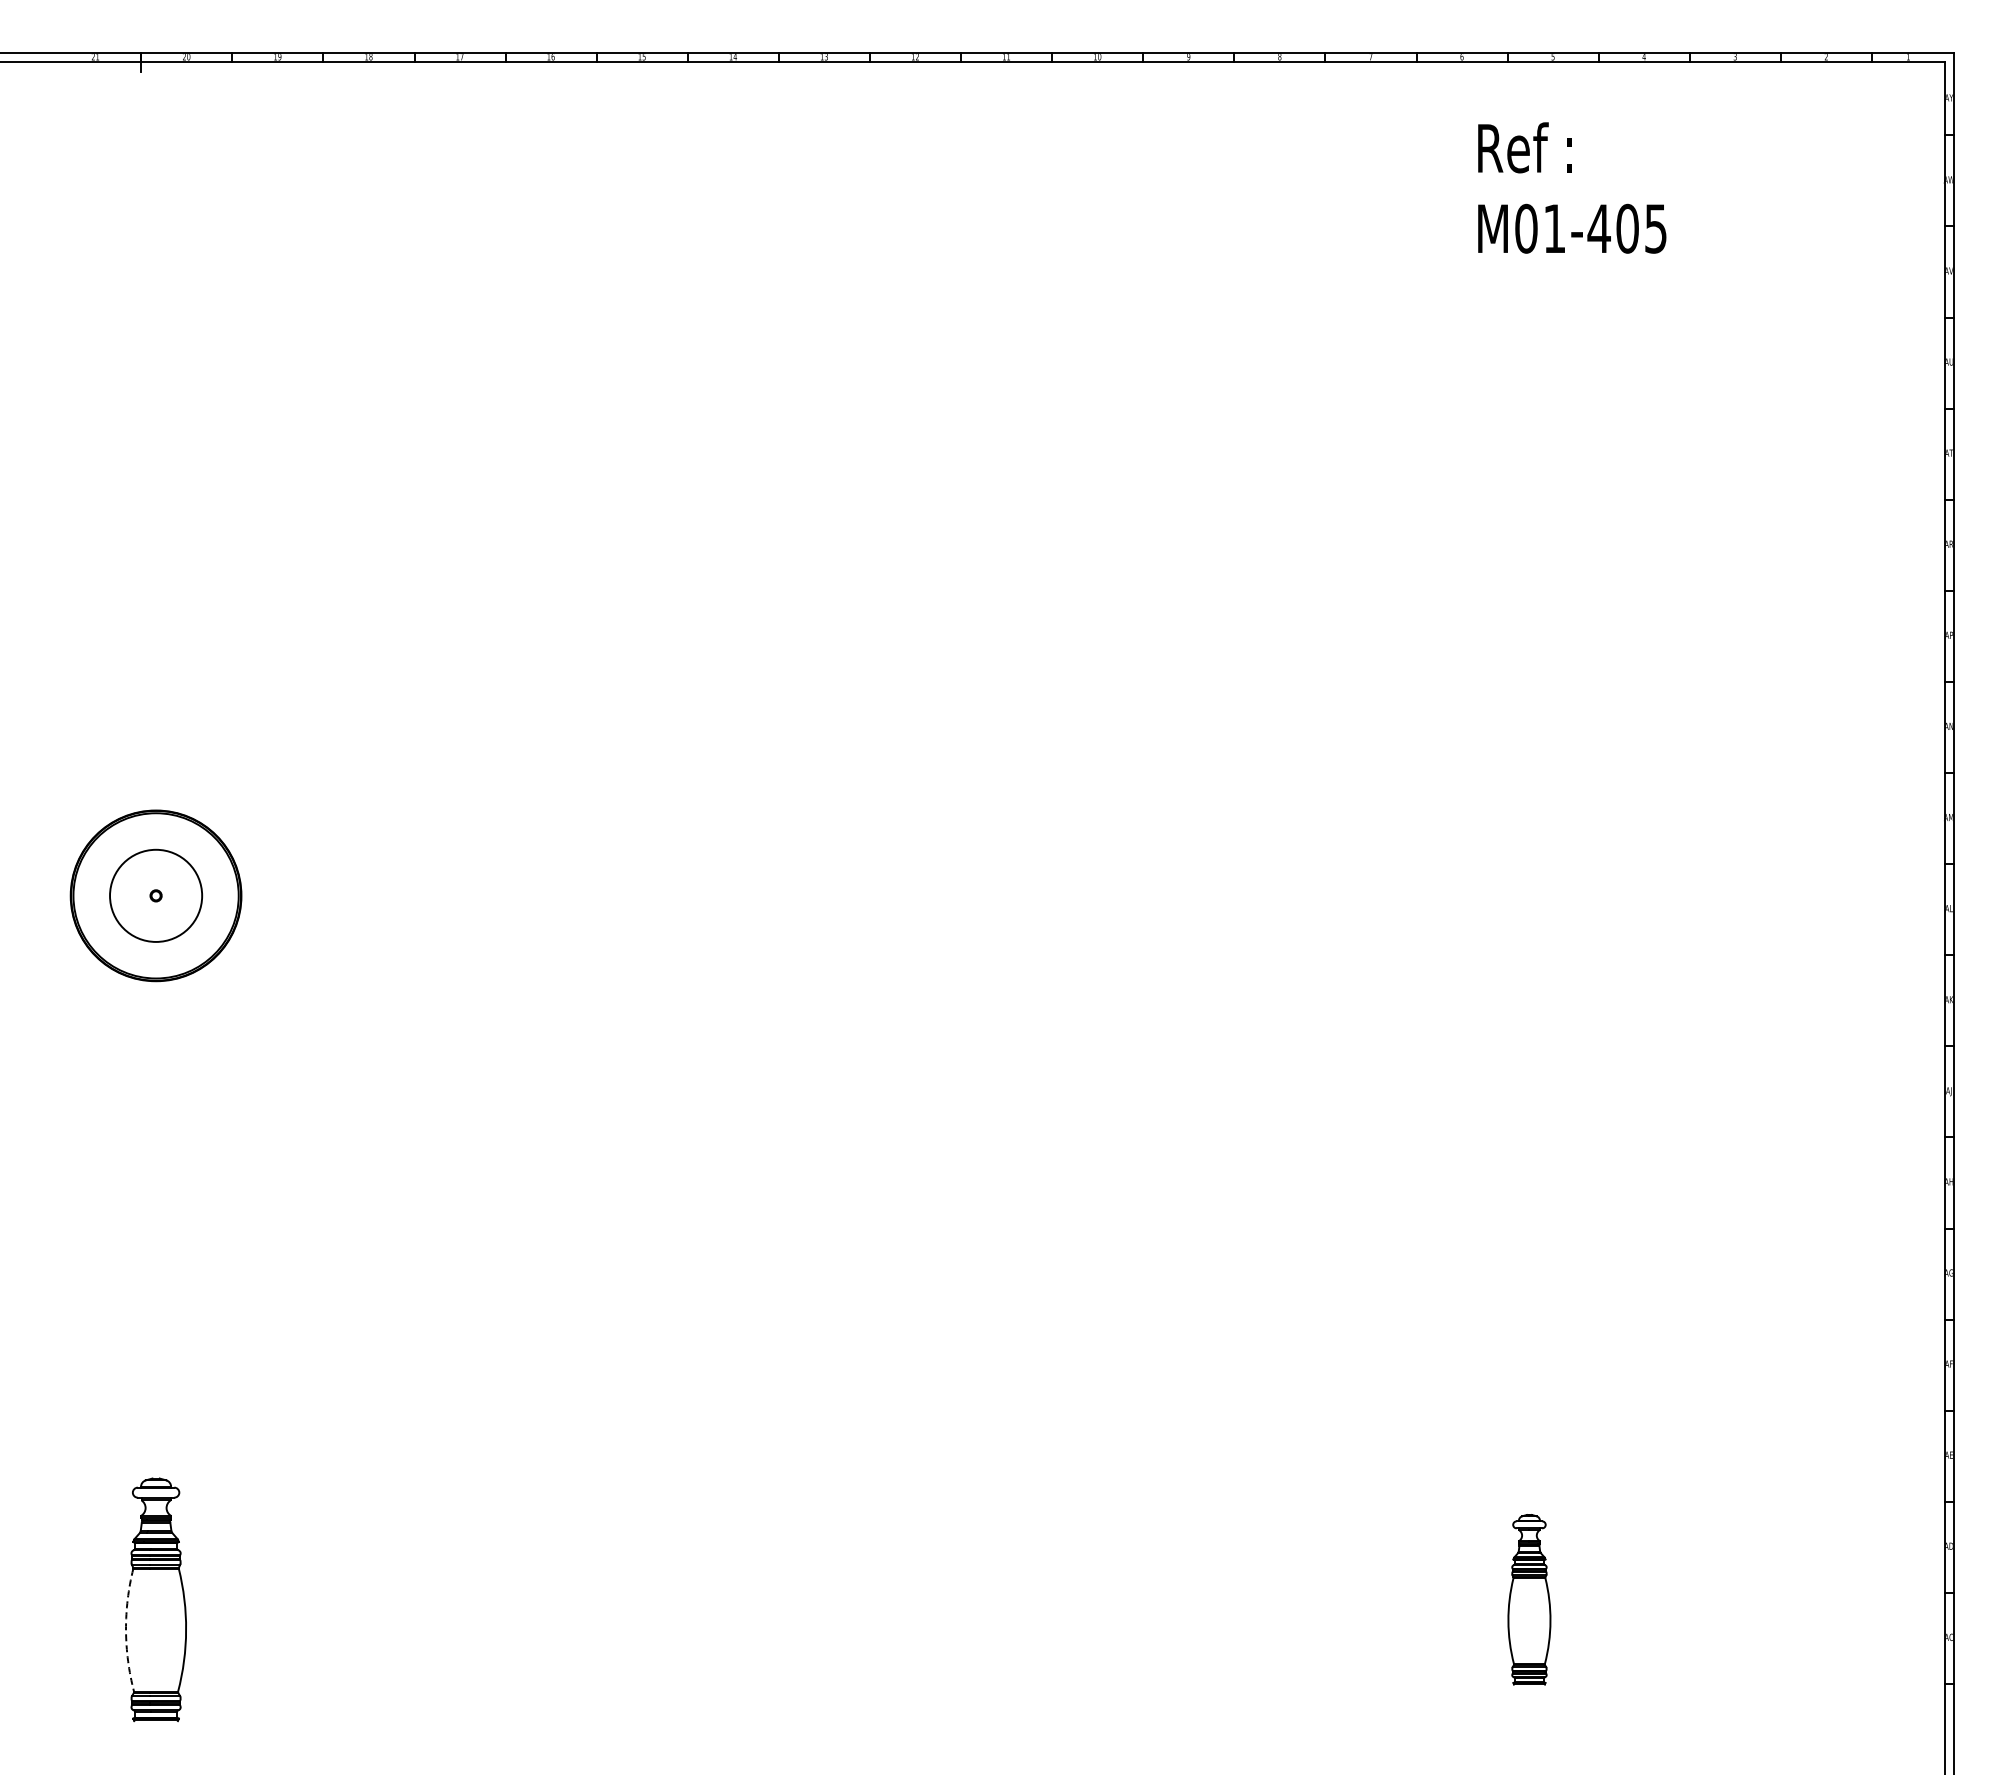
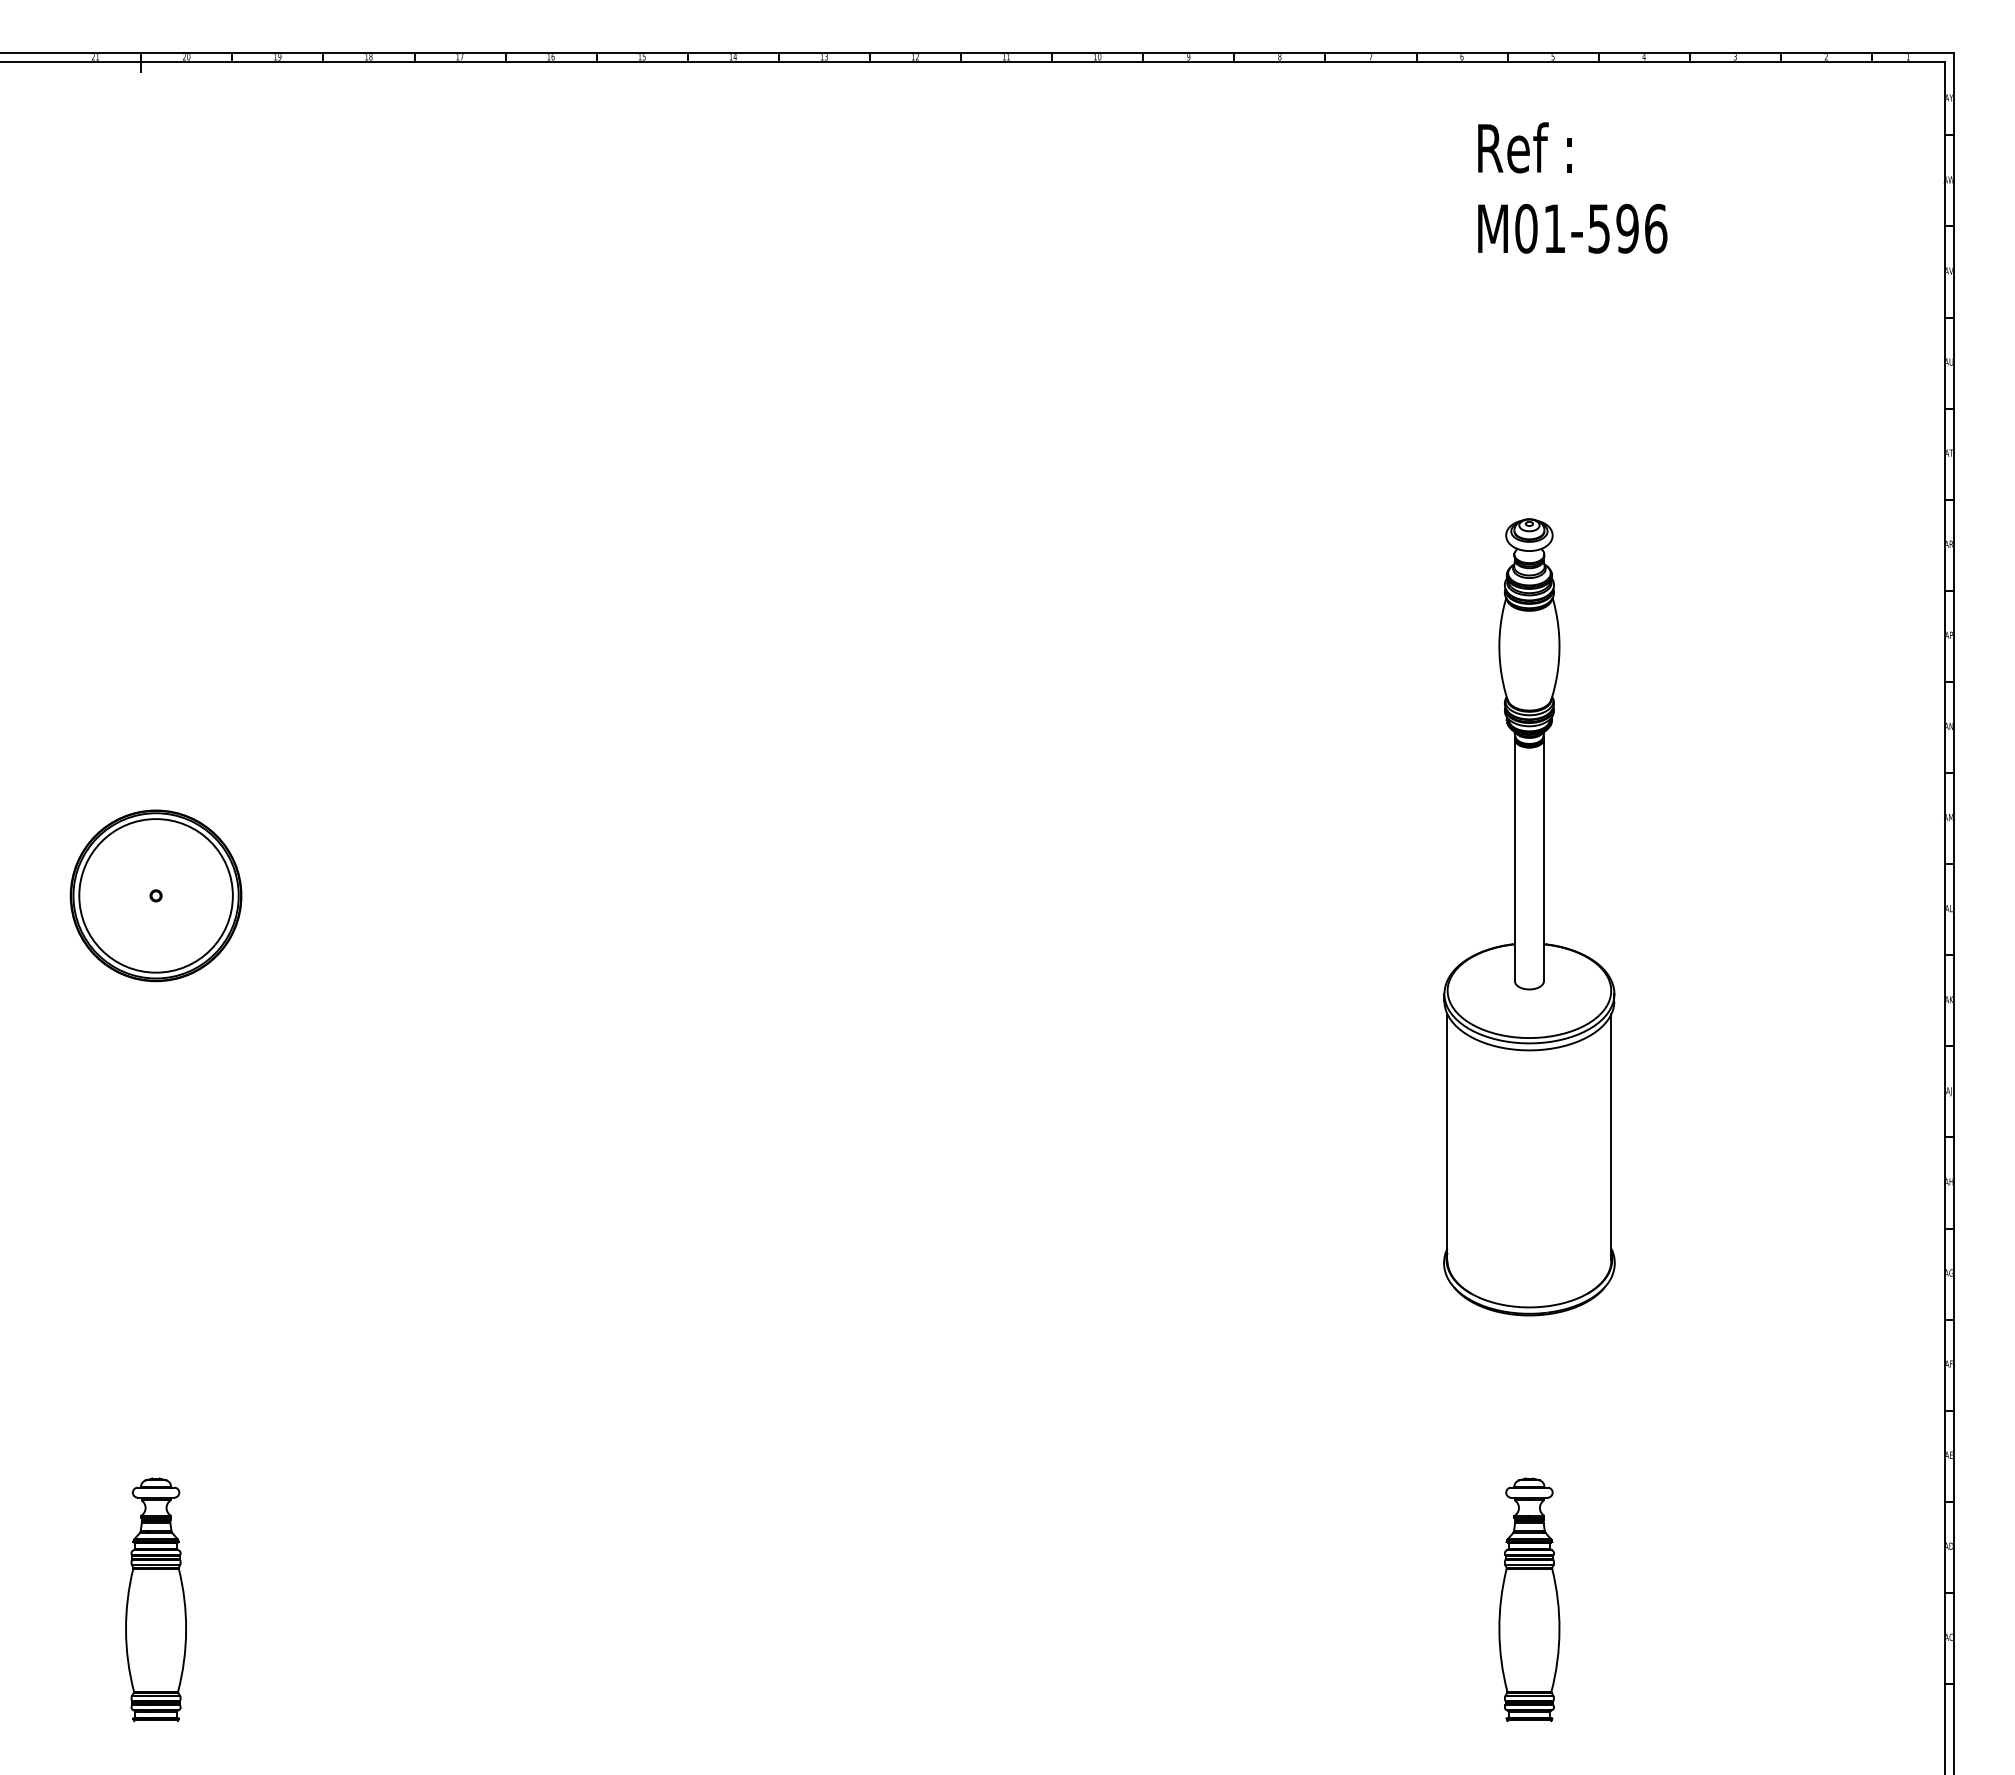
text at (1627, 228): ^JM01-405 -> ^JM01-596
circle at (156, 895) diameter: 92 px -> 154 px
part at (1529, 917): none -> present
part at (1529, 1599) size: 45x172 px -> 63x246 px
arc at (126, 1630): dashed -> solid
